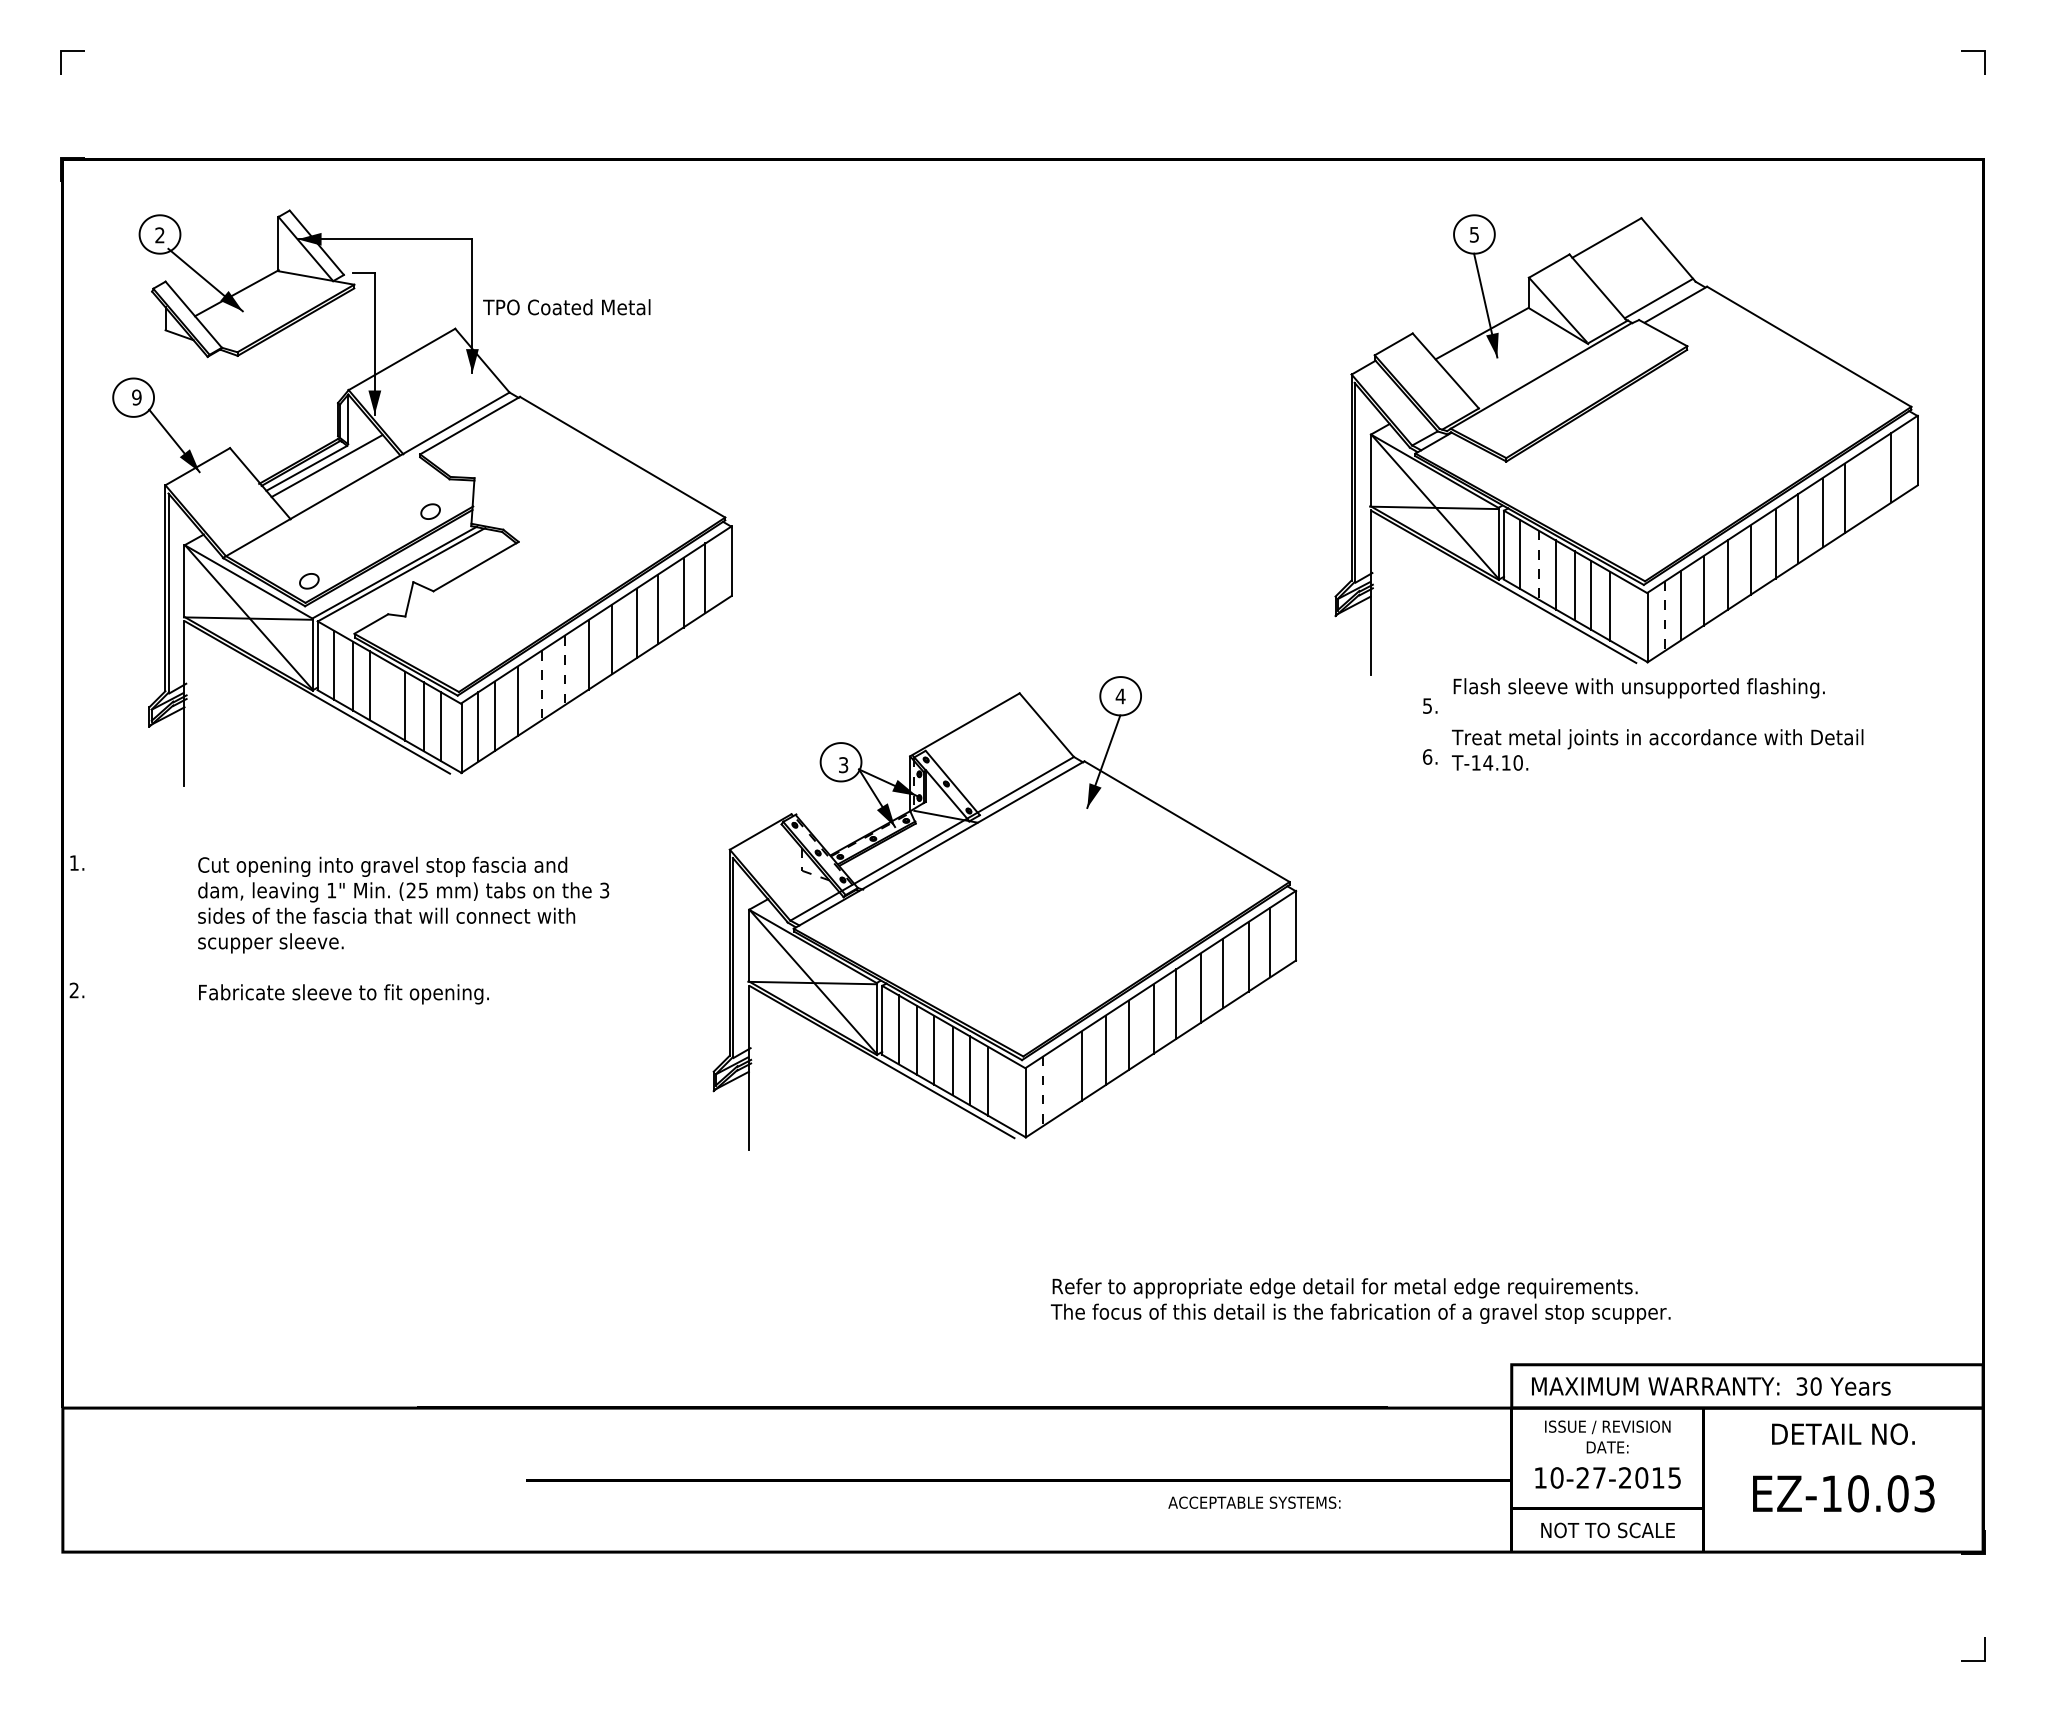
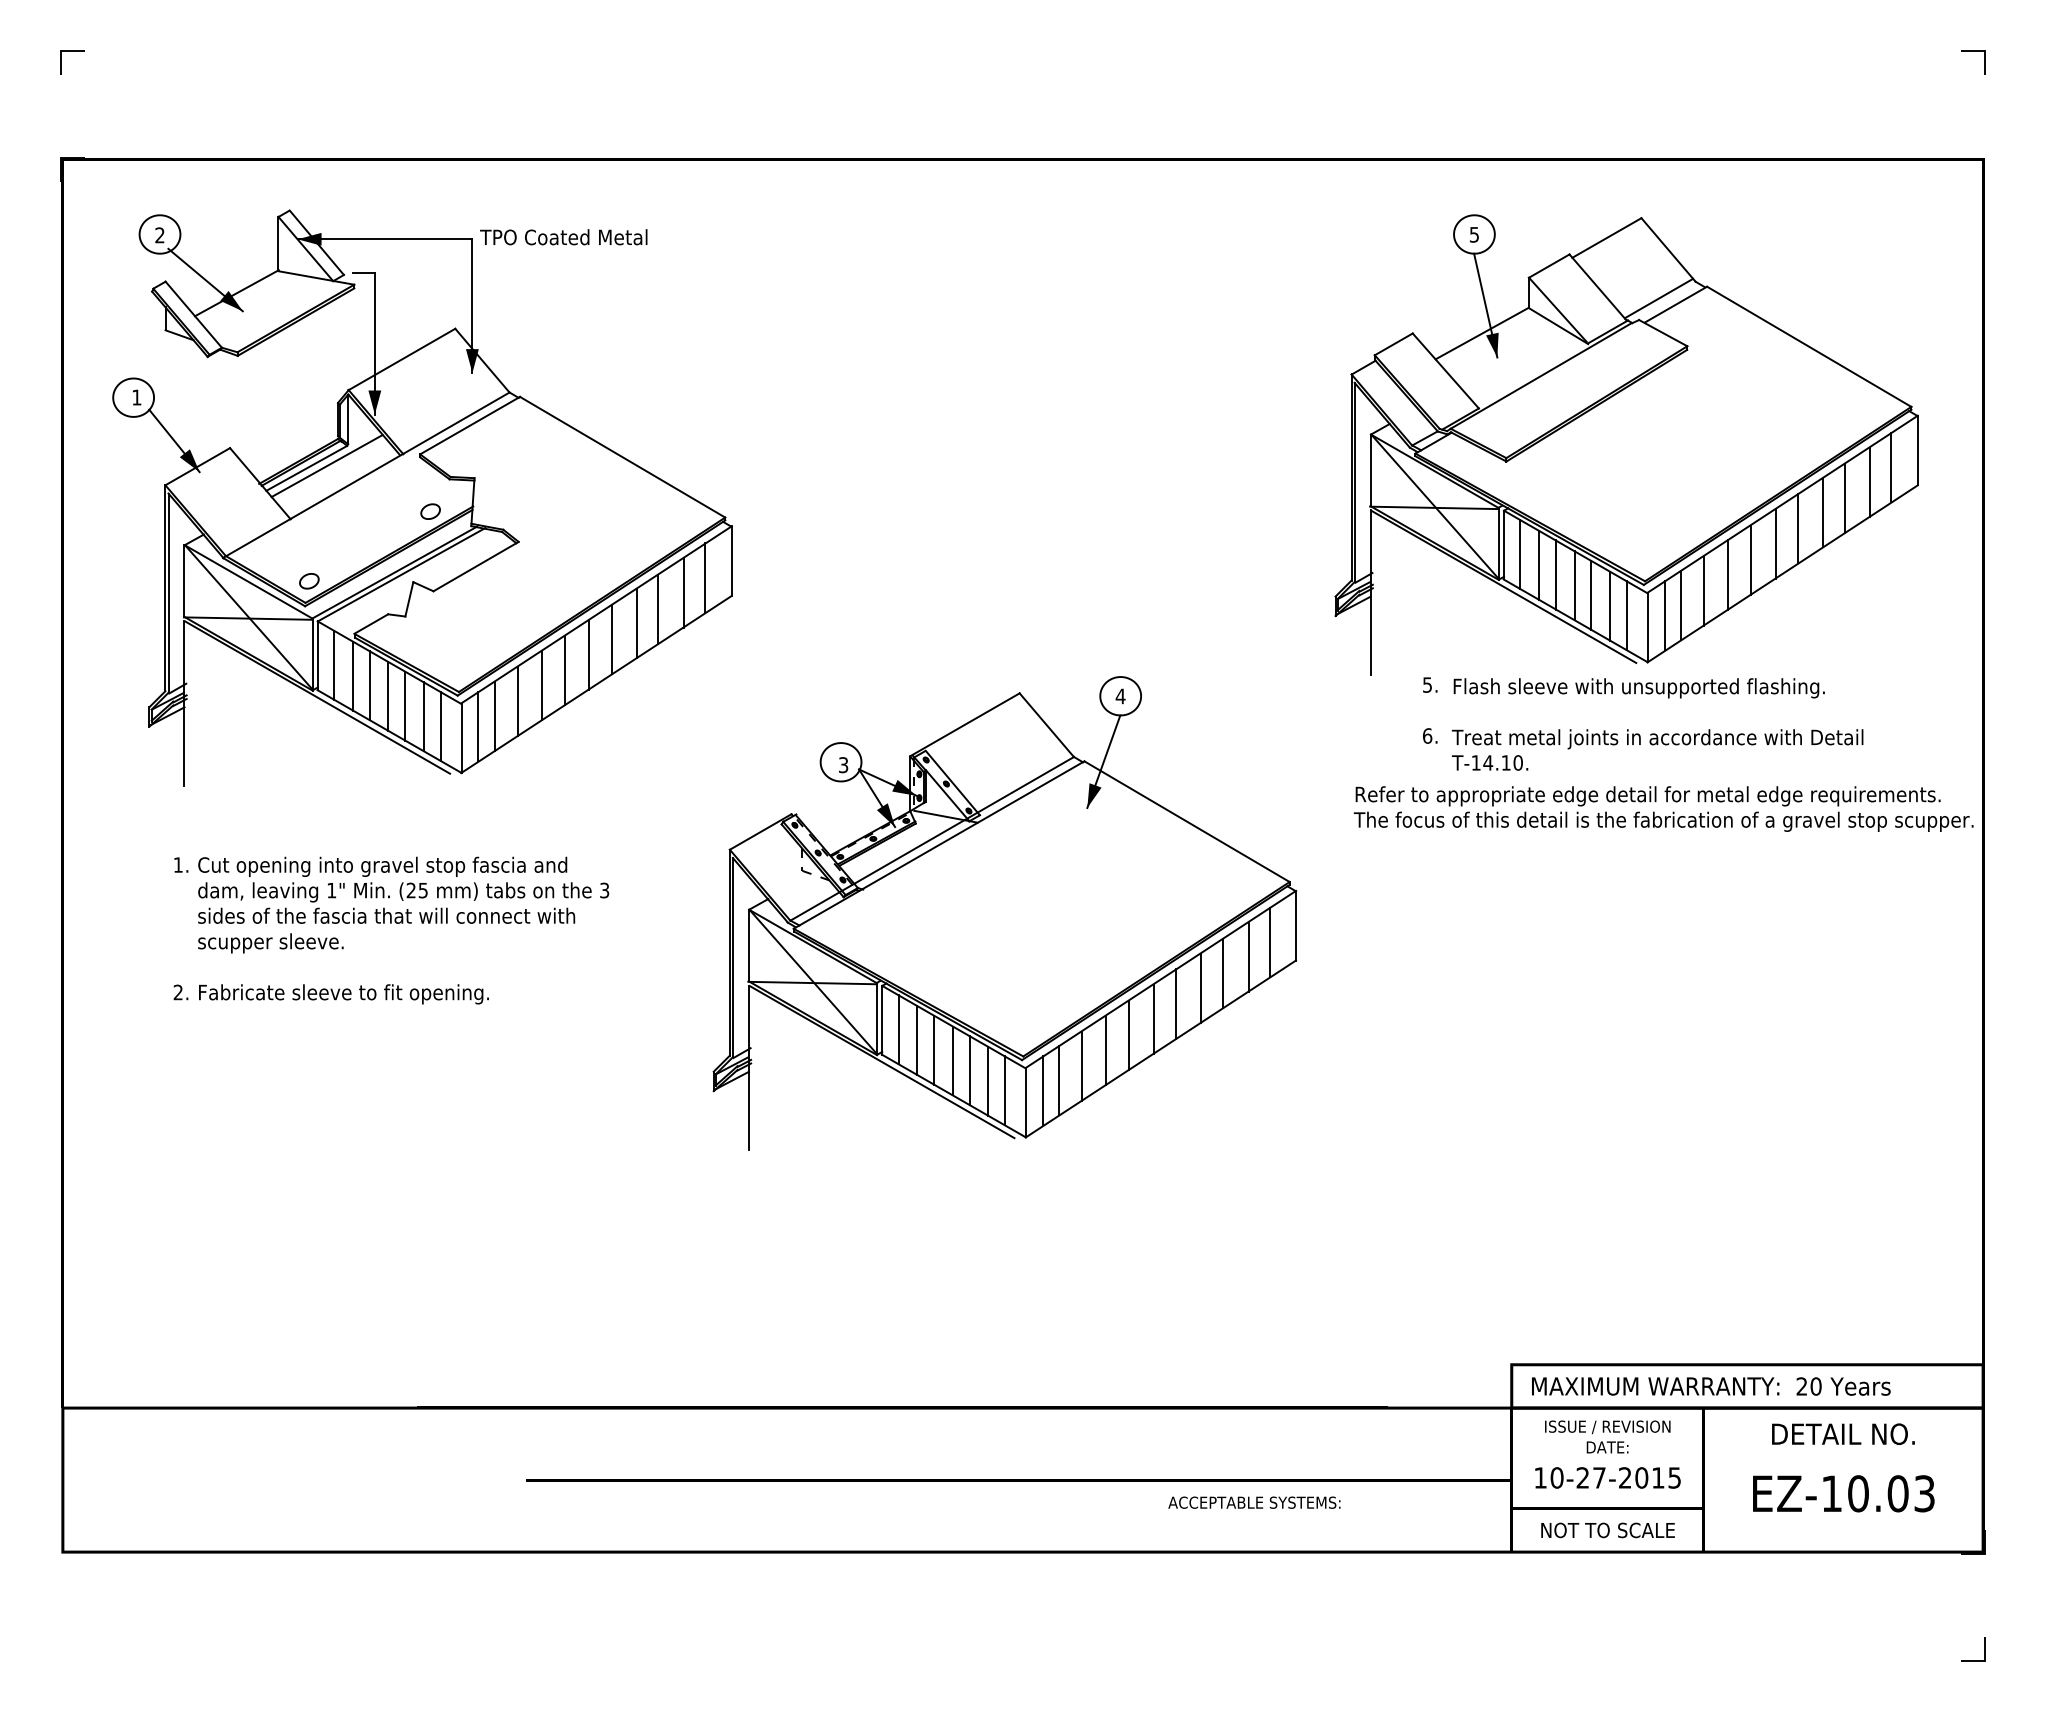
text at (566, 307) position: (566, 307) -> (563, 237)
text at (136, 397): 9 -> 1
line at (1870, 481): none -> present
line at (1539, 565): dashed -> solid
line at (1626, 615): none -> present
line at (1664, 615): dashed -> solid
line at (564, 671): dashed -> solid
line at (541, 685): dashed -> solid
line at (388, 695): none -> present
text at (1430, 731) position: (1430, 731) -> (1430, 710)
text at (76, 926) position: (76, 926) -> (180, 928)
line at (1058, 1080): none -> present
line at (1004, 1090): none -> present
line at (1042, 1090): dashed -> solid
text at (1360, 1300) position: (1360, 1300) -> (1663, 808)
text at (1801, 1386): 30 -> 20
